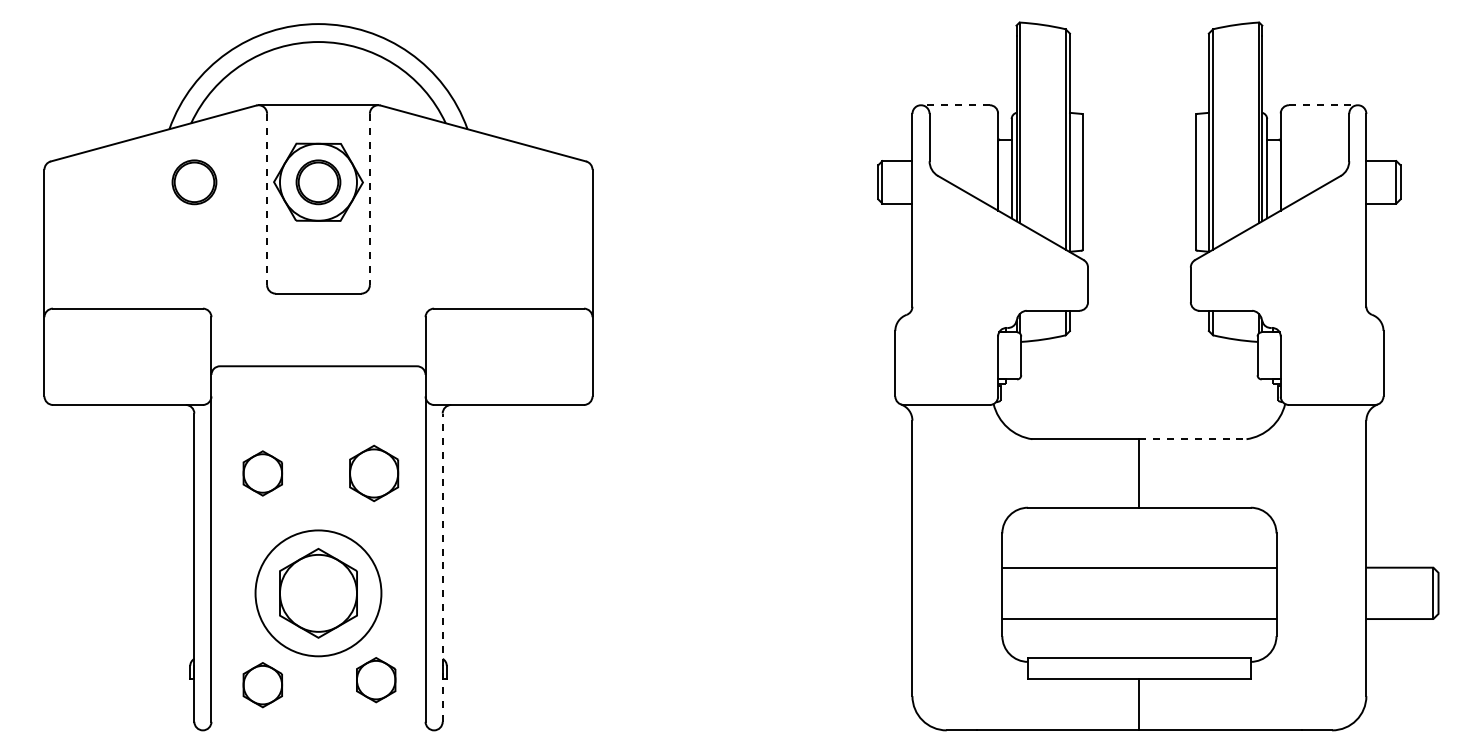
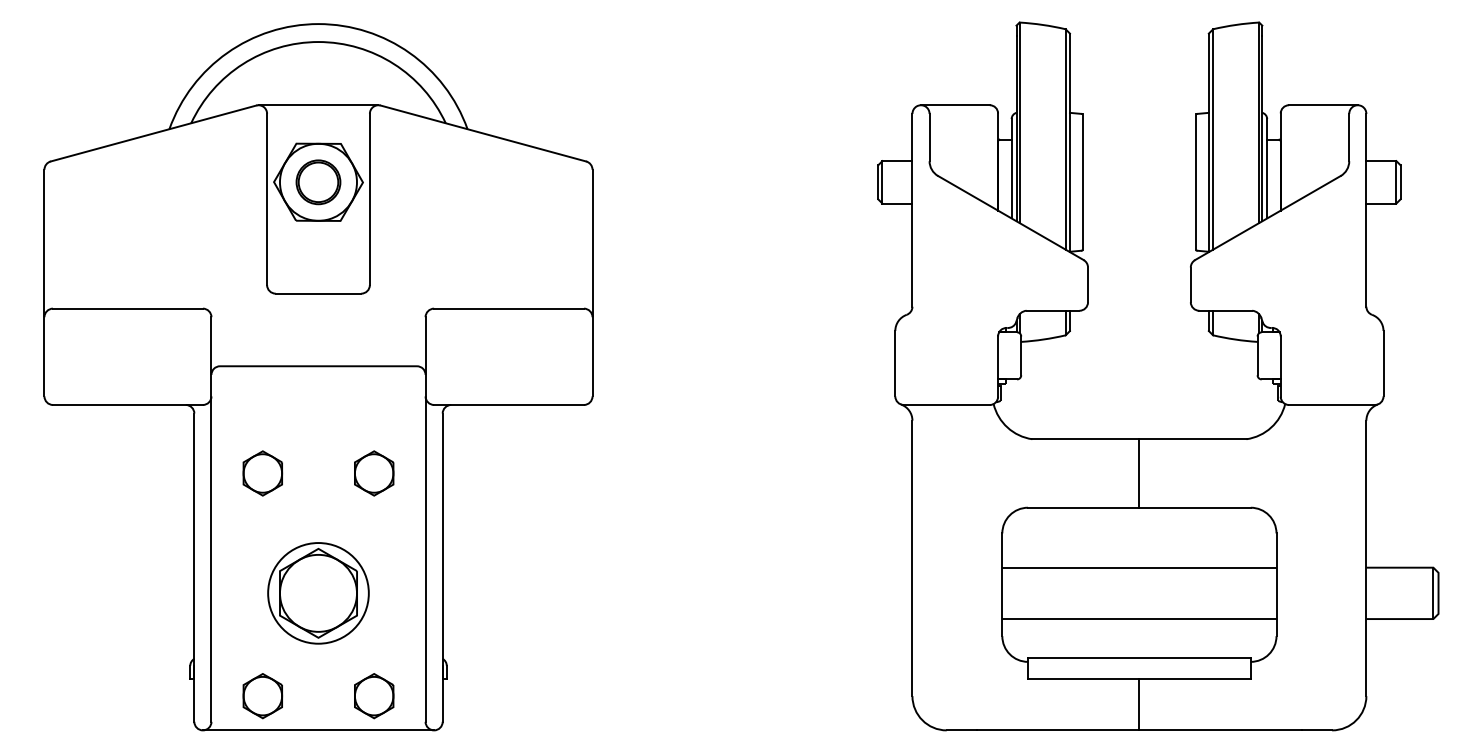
line at (954, 105): dashed -> solid
line at (1323, 105): dashed -> solid
part at (194, 182): present -> none
line at (267, 199): dashed -> solid
line at (369, 199): dashed -> solid
line at (1192, 439): dashed -> solid
part at (374, 473) size: 51x59 px -> 41x47 px
line at (442, 567): dashed -> solid
circle at (318, 593) diameter: 126 px -> 101 px
part at (376, 680) position: (376, 680) -> (374, 696)
part at (262, 685) position: (262, 685) -> (262, 696)
line at (318, 730): none -> present
